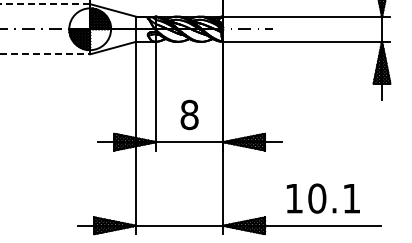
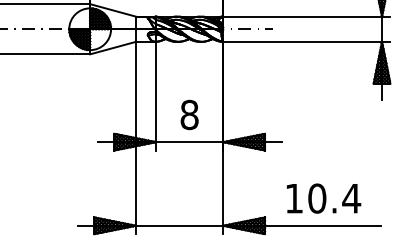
line at (45, 4): dashed -> solid
line at (45, 54): dashed -> solid
text at (351, 198): 10.1 -> 10.4
